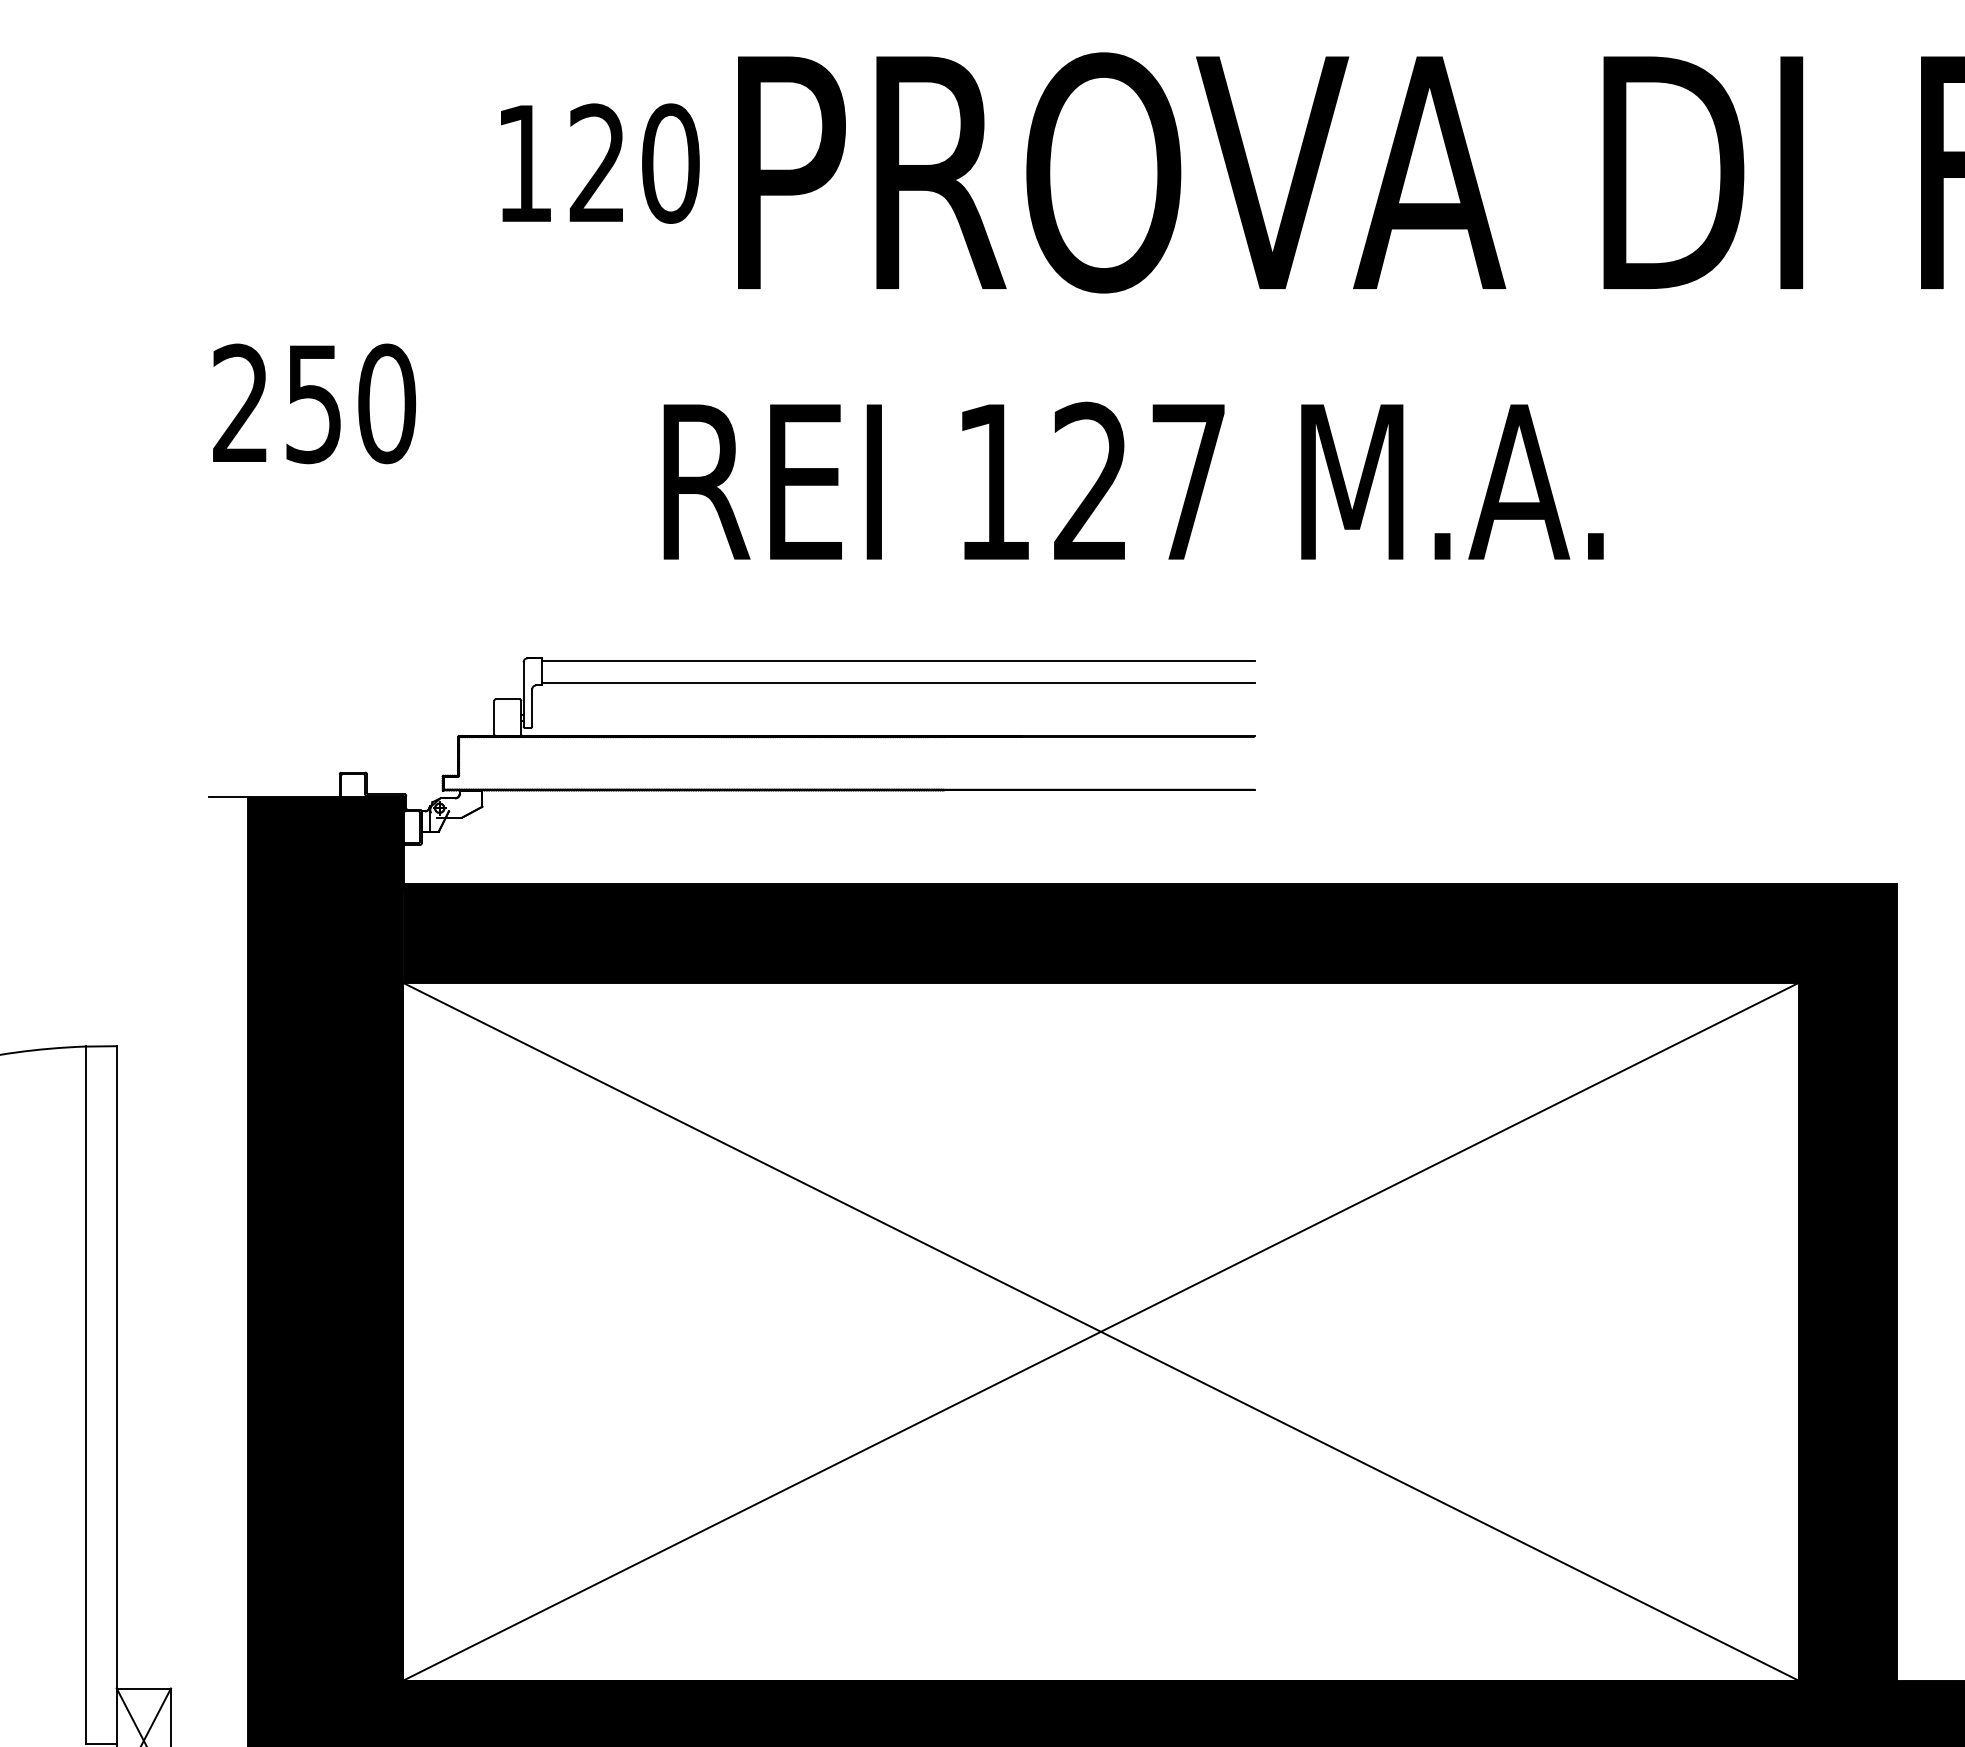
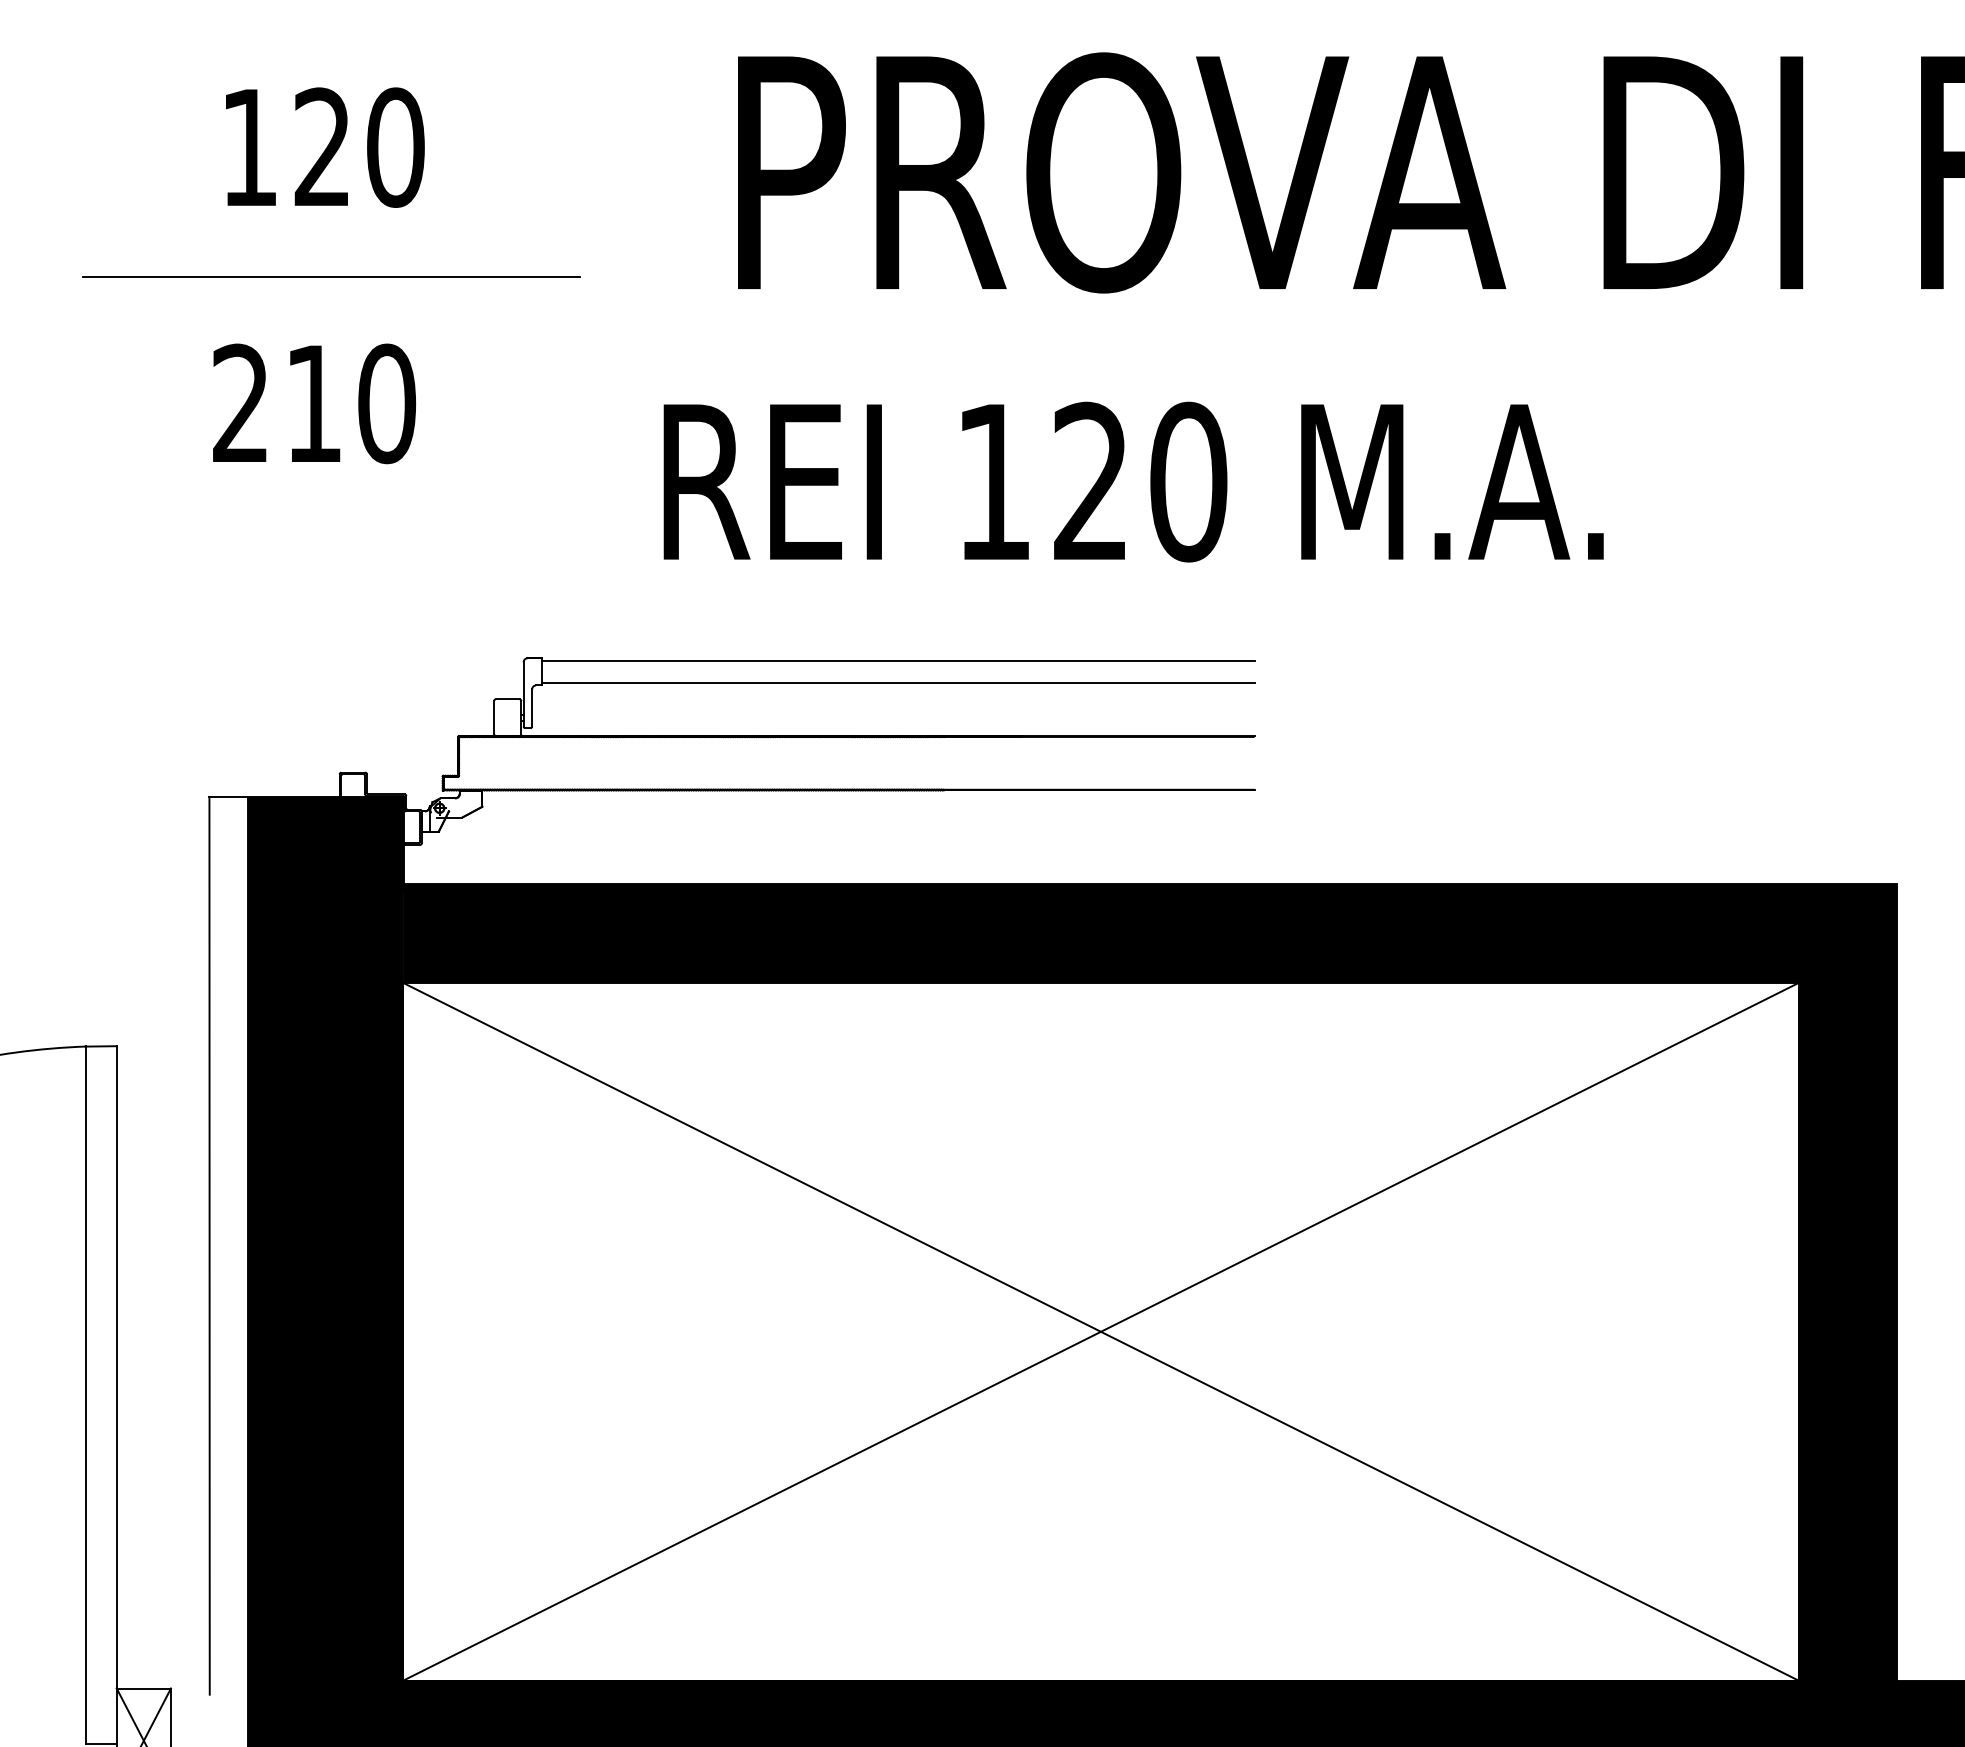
text at (600, 163) position: (600, 163) -> (325, 147)
line at (330, 277): none -> present
text at (313, 404): 250 -> 210
text at (1188, 481): 127 -> 120
line at (209, 1245): none -> present
